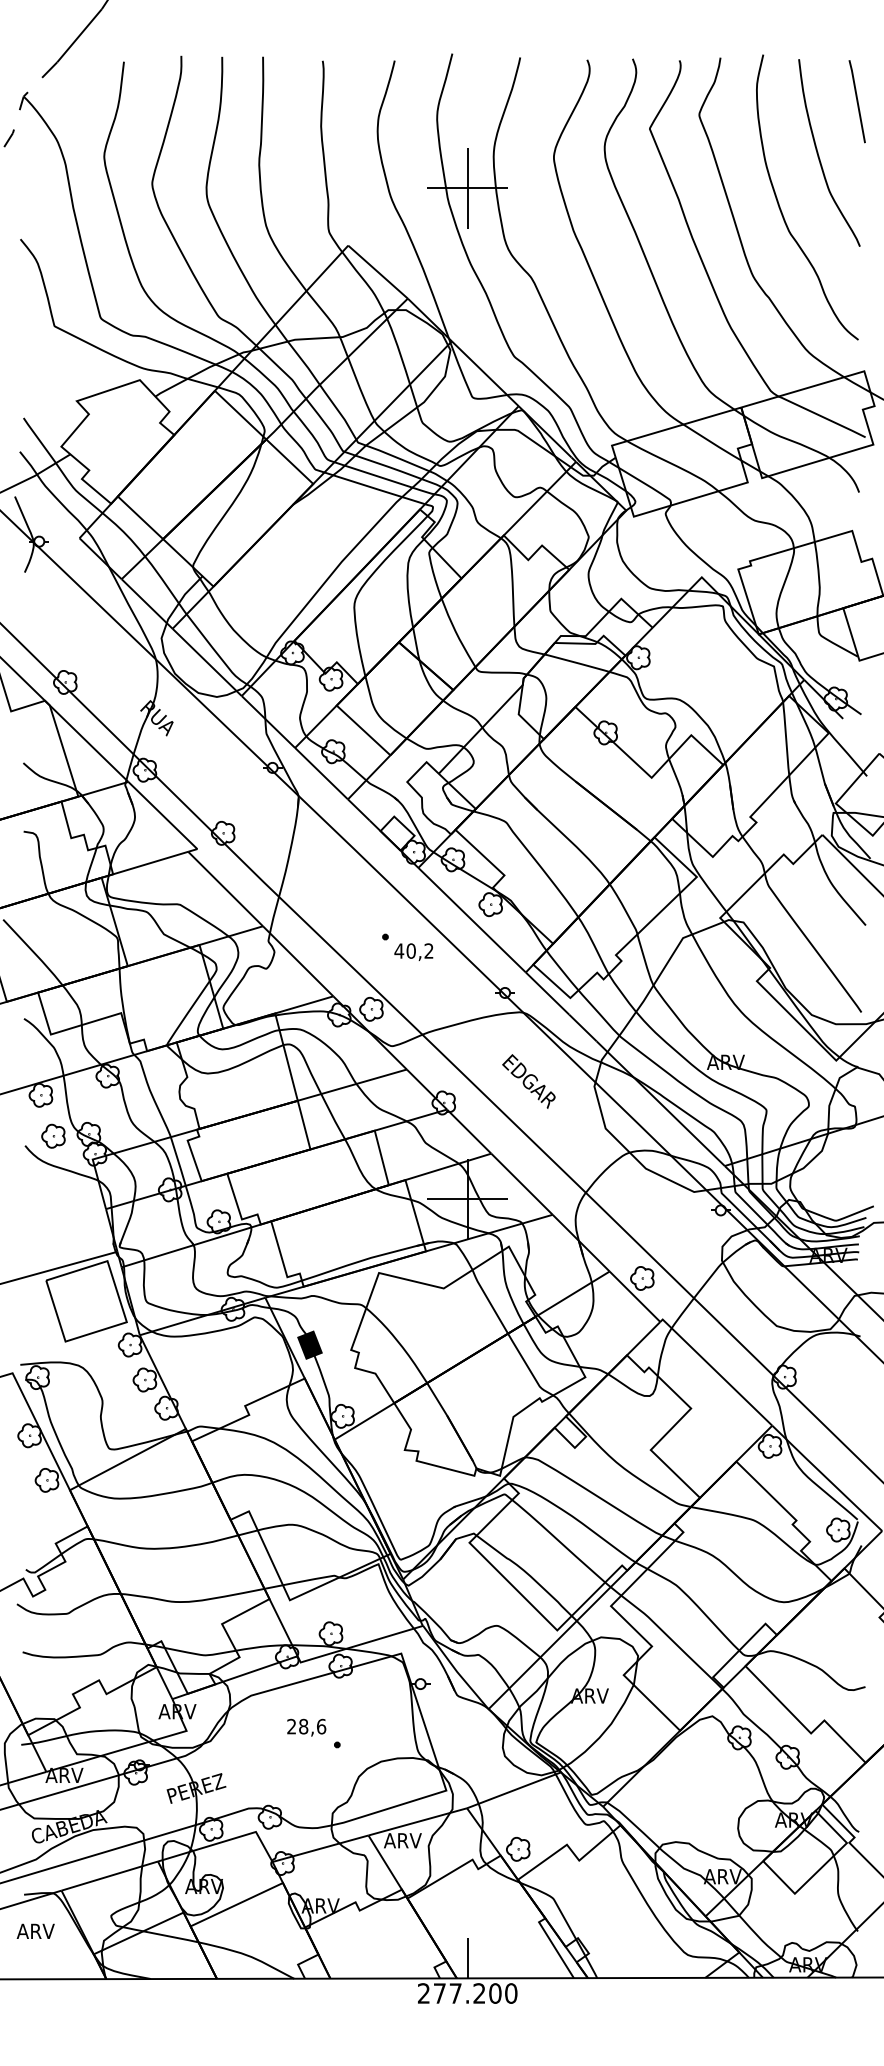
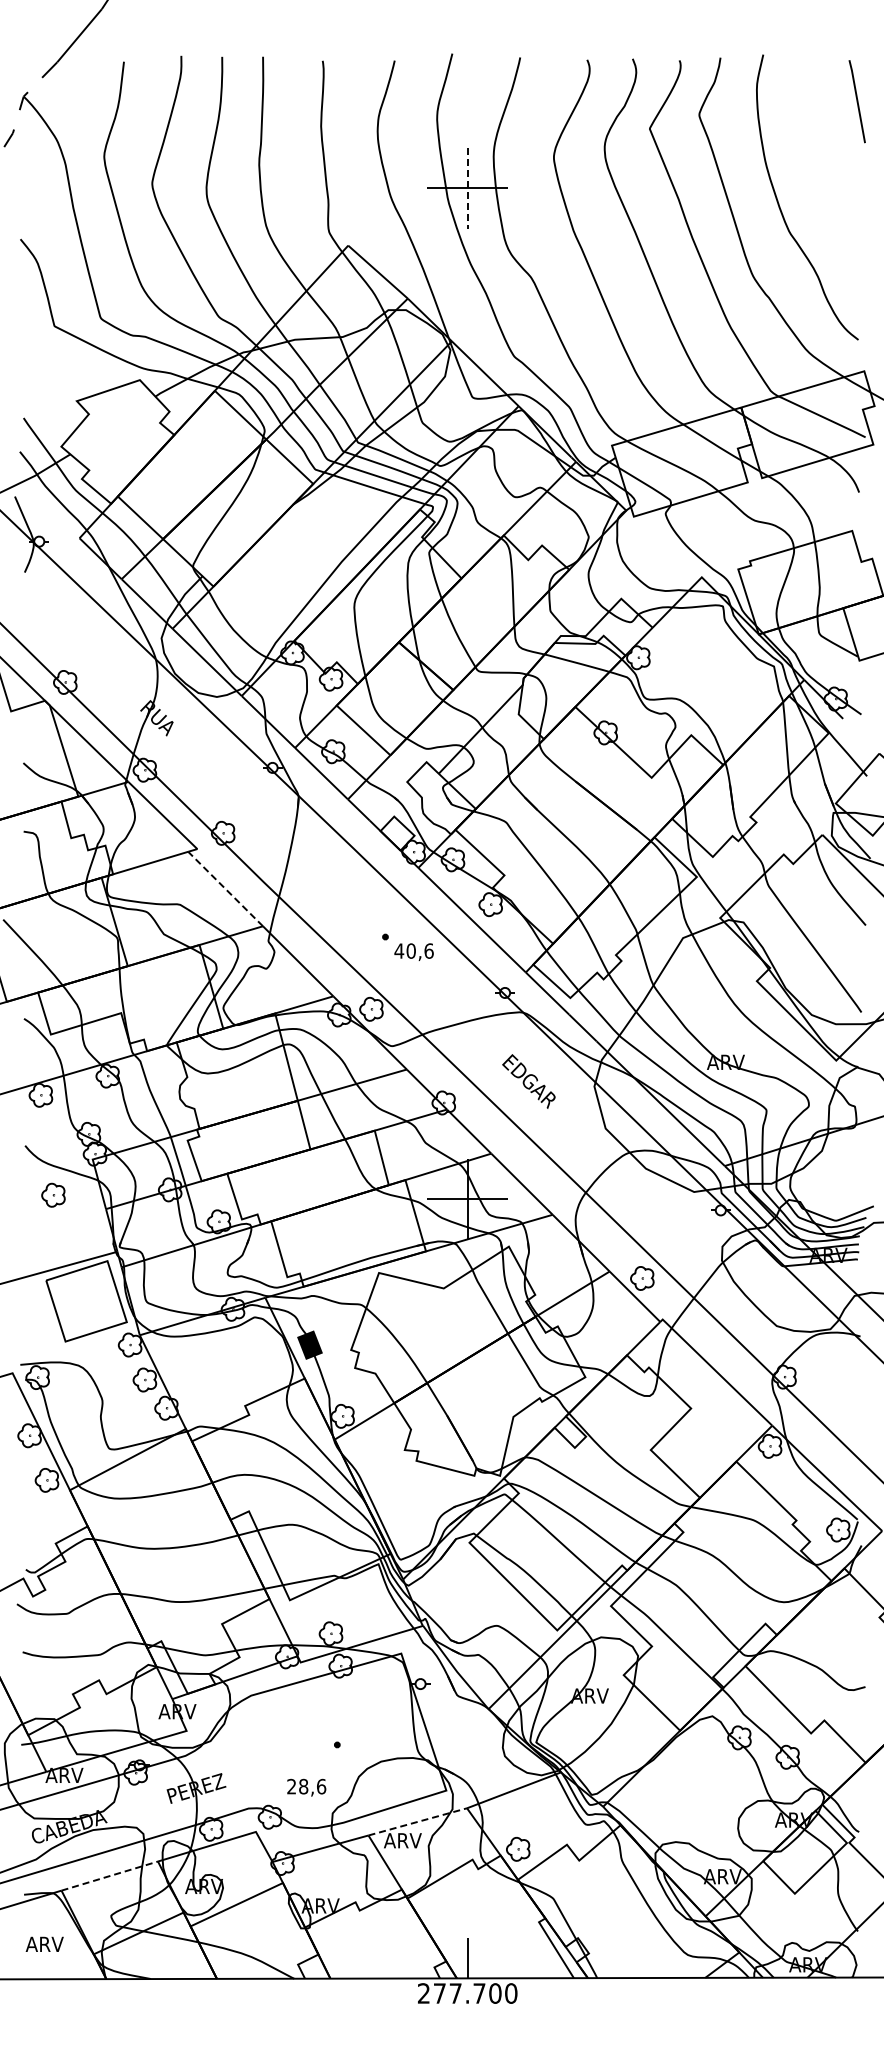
curve at (819, 155): present -> none
line at (467, 188): solid -> dashed
line at (225, 889): solid -> dashed
text at (428, 950): 40,2 -> 40,6
part at (53, 1135) position: (53, 1135) -> (53, 1194)
text at (306, 1727) position: (306, 1727) -> (306, 1787)
line at (418, 1821): solid -> dashed
line at (110, 1875): solid -> dashed
text at (35, 1930) position: (35, 1930) -> (44, 1943)
text at (479, 1993): 277.200 -> 277.700
